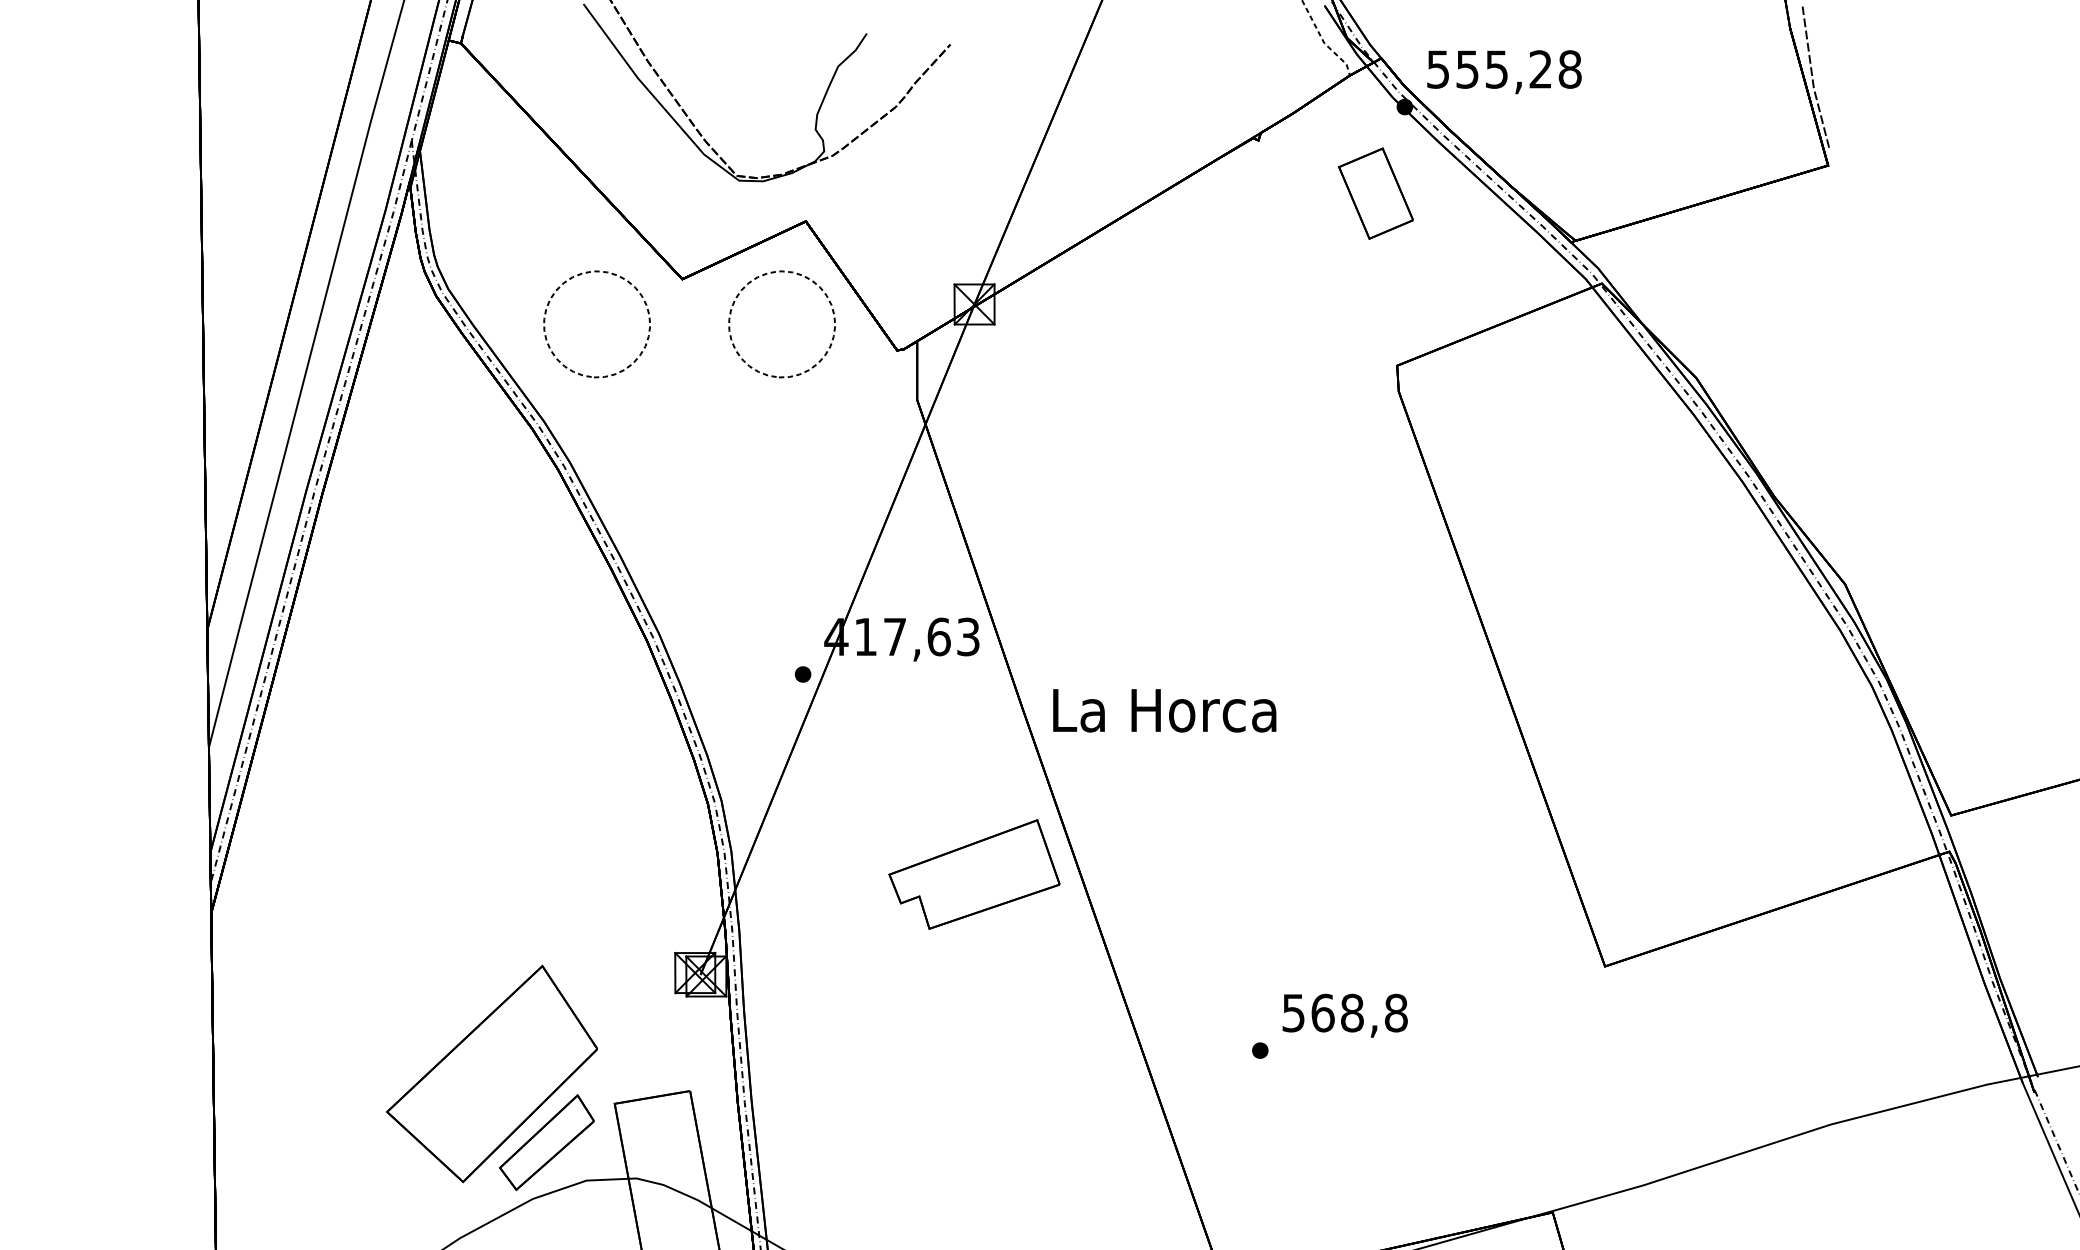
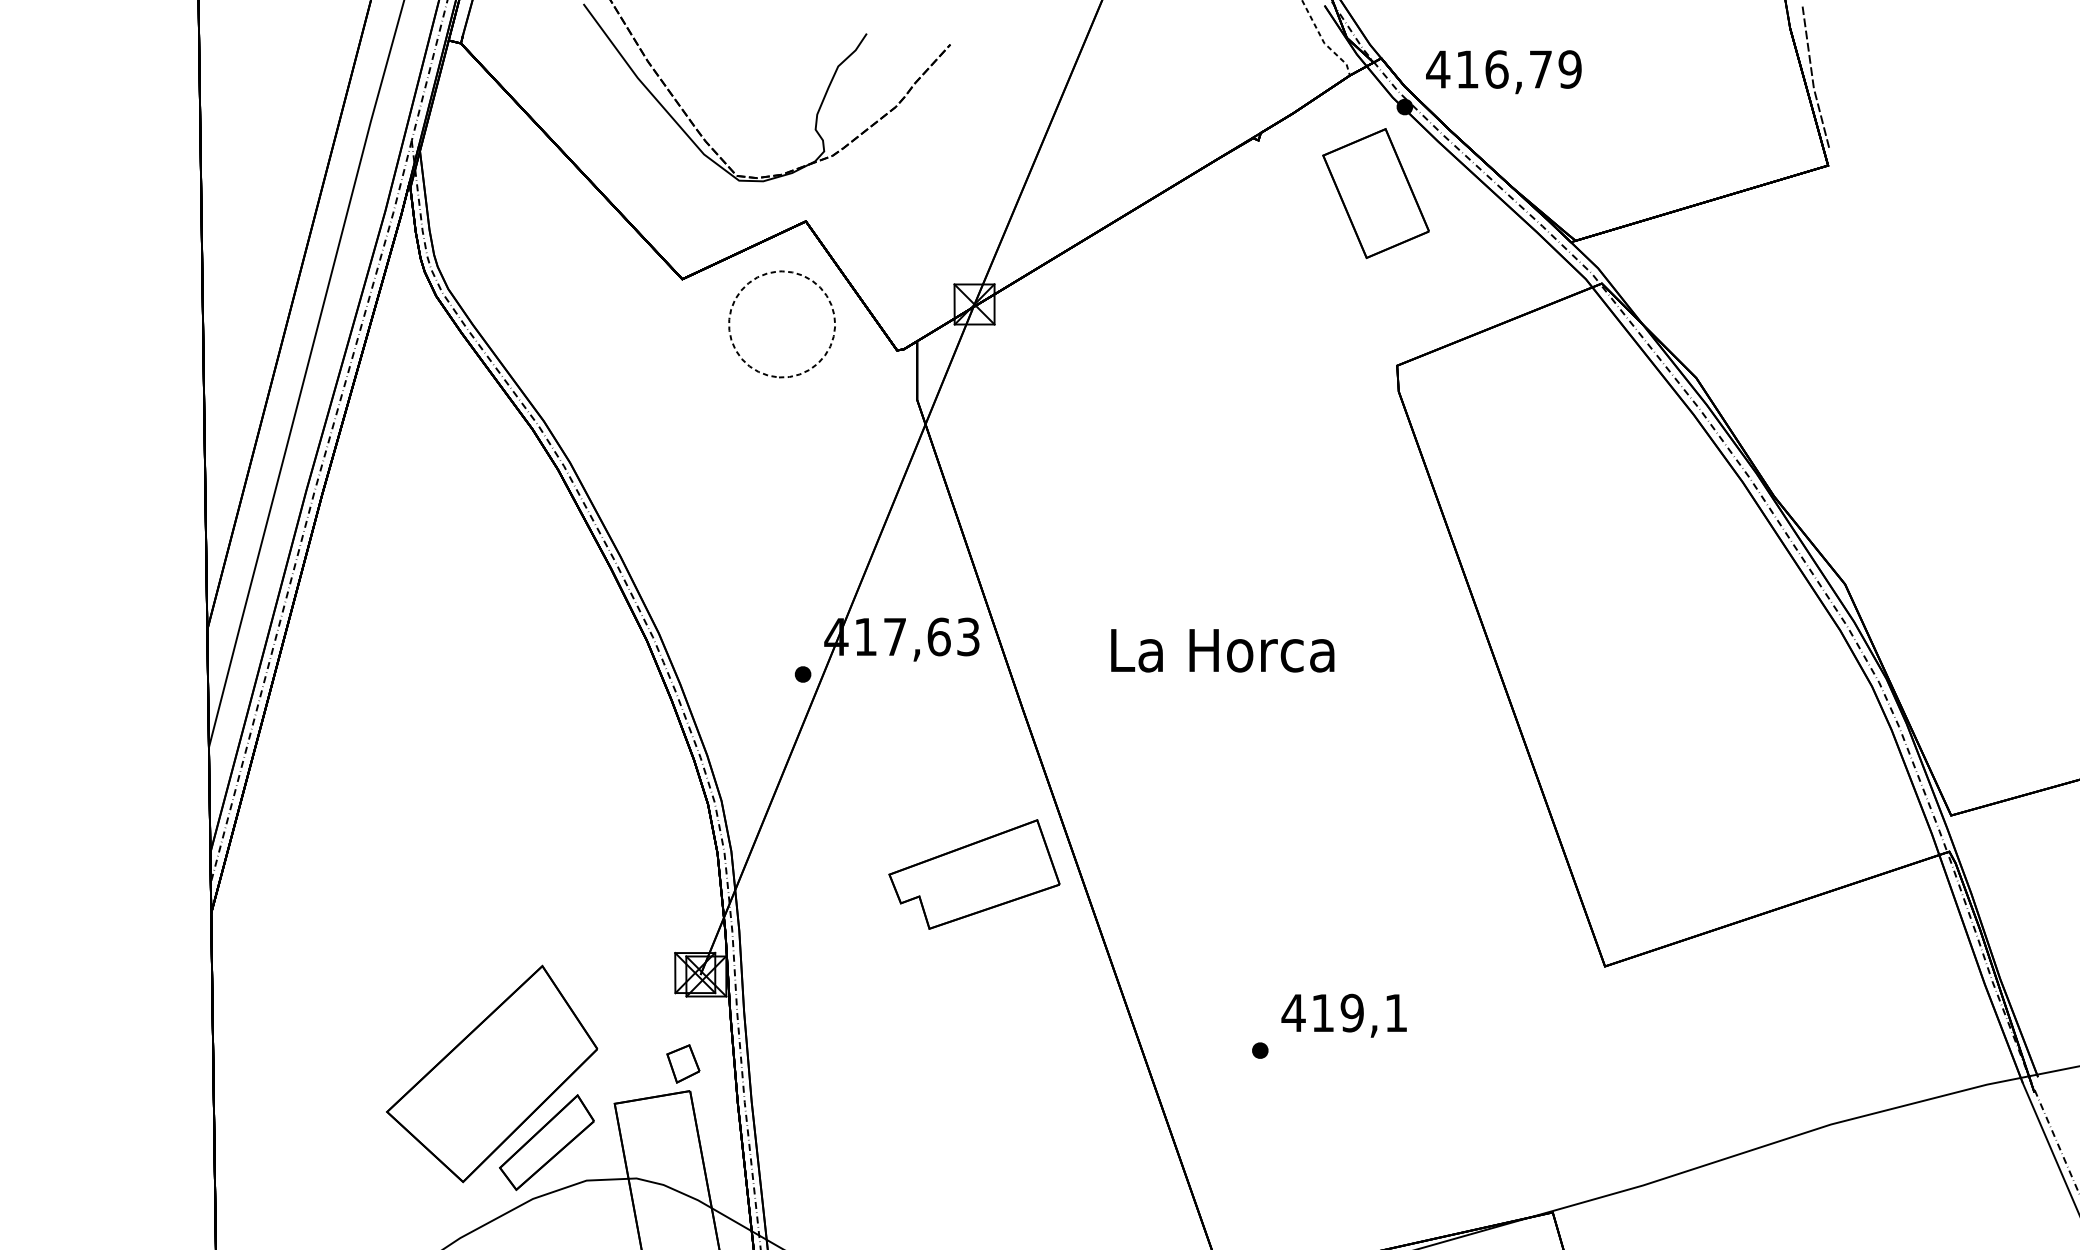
text at (1503, 69): 555,28 -> 416,79
part at (1375, 193) size: 76x93 px -> 108x132 px
part at (546, 314): present -> none
text at (1164, 710) position: (1164, 710) -> (1222, 650)
text at (1344, 1012): 568,8 -> 419,1
part at (683, 1063): none -> present
